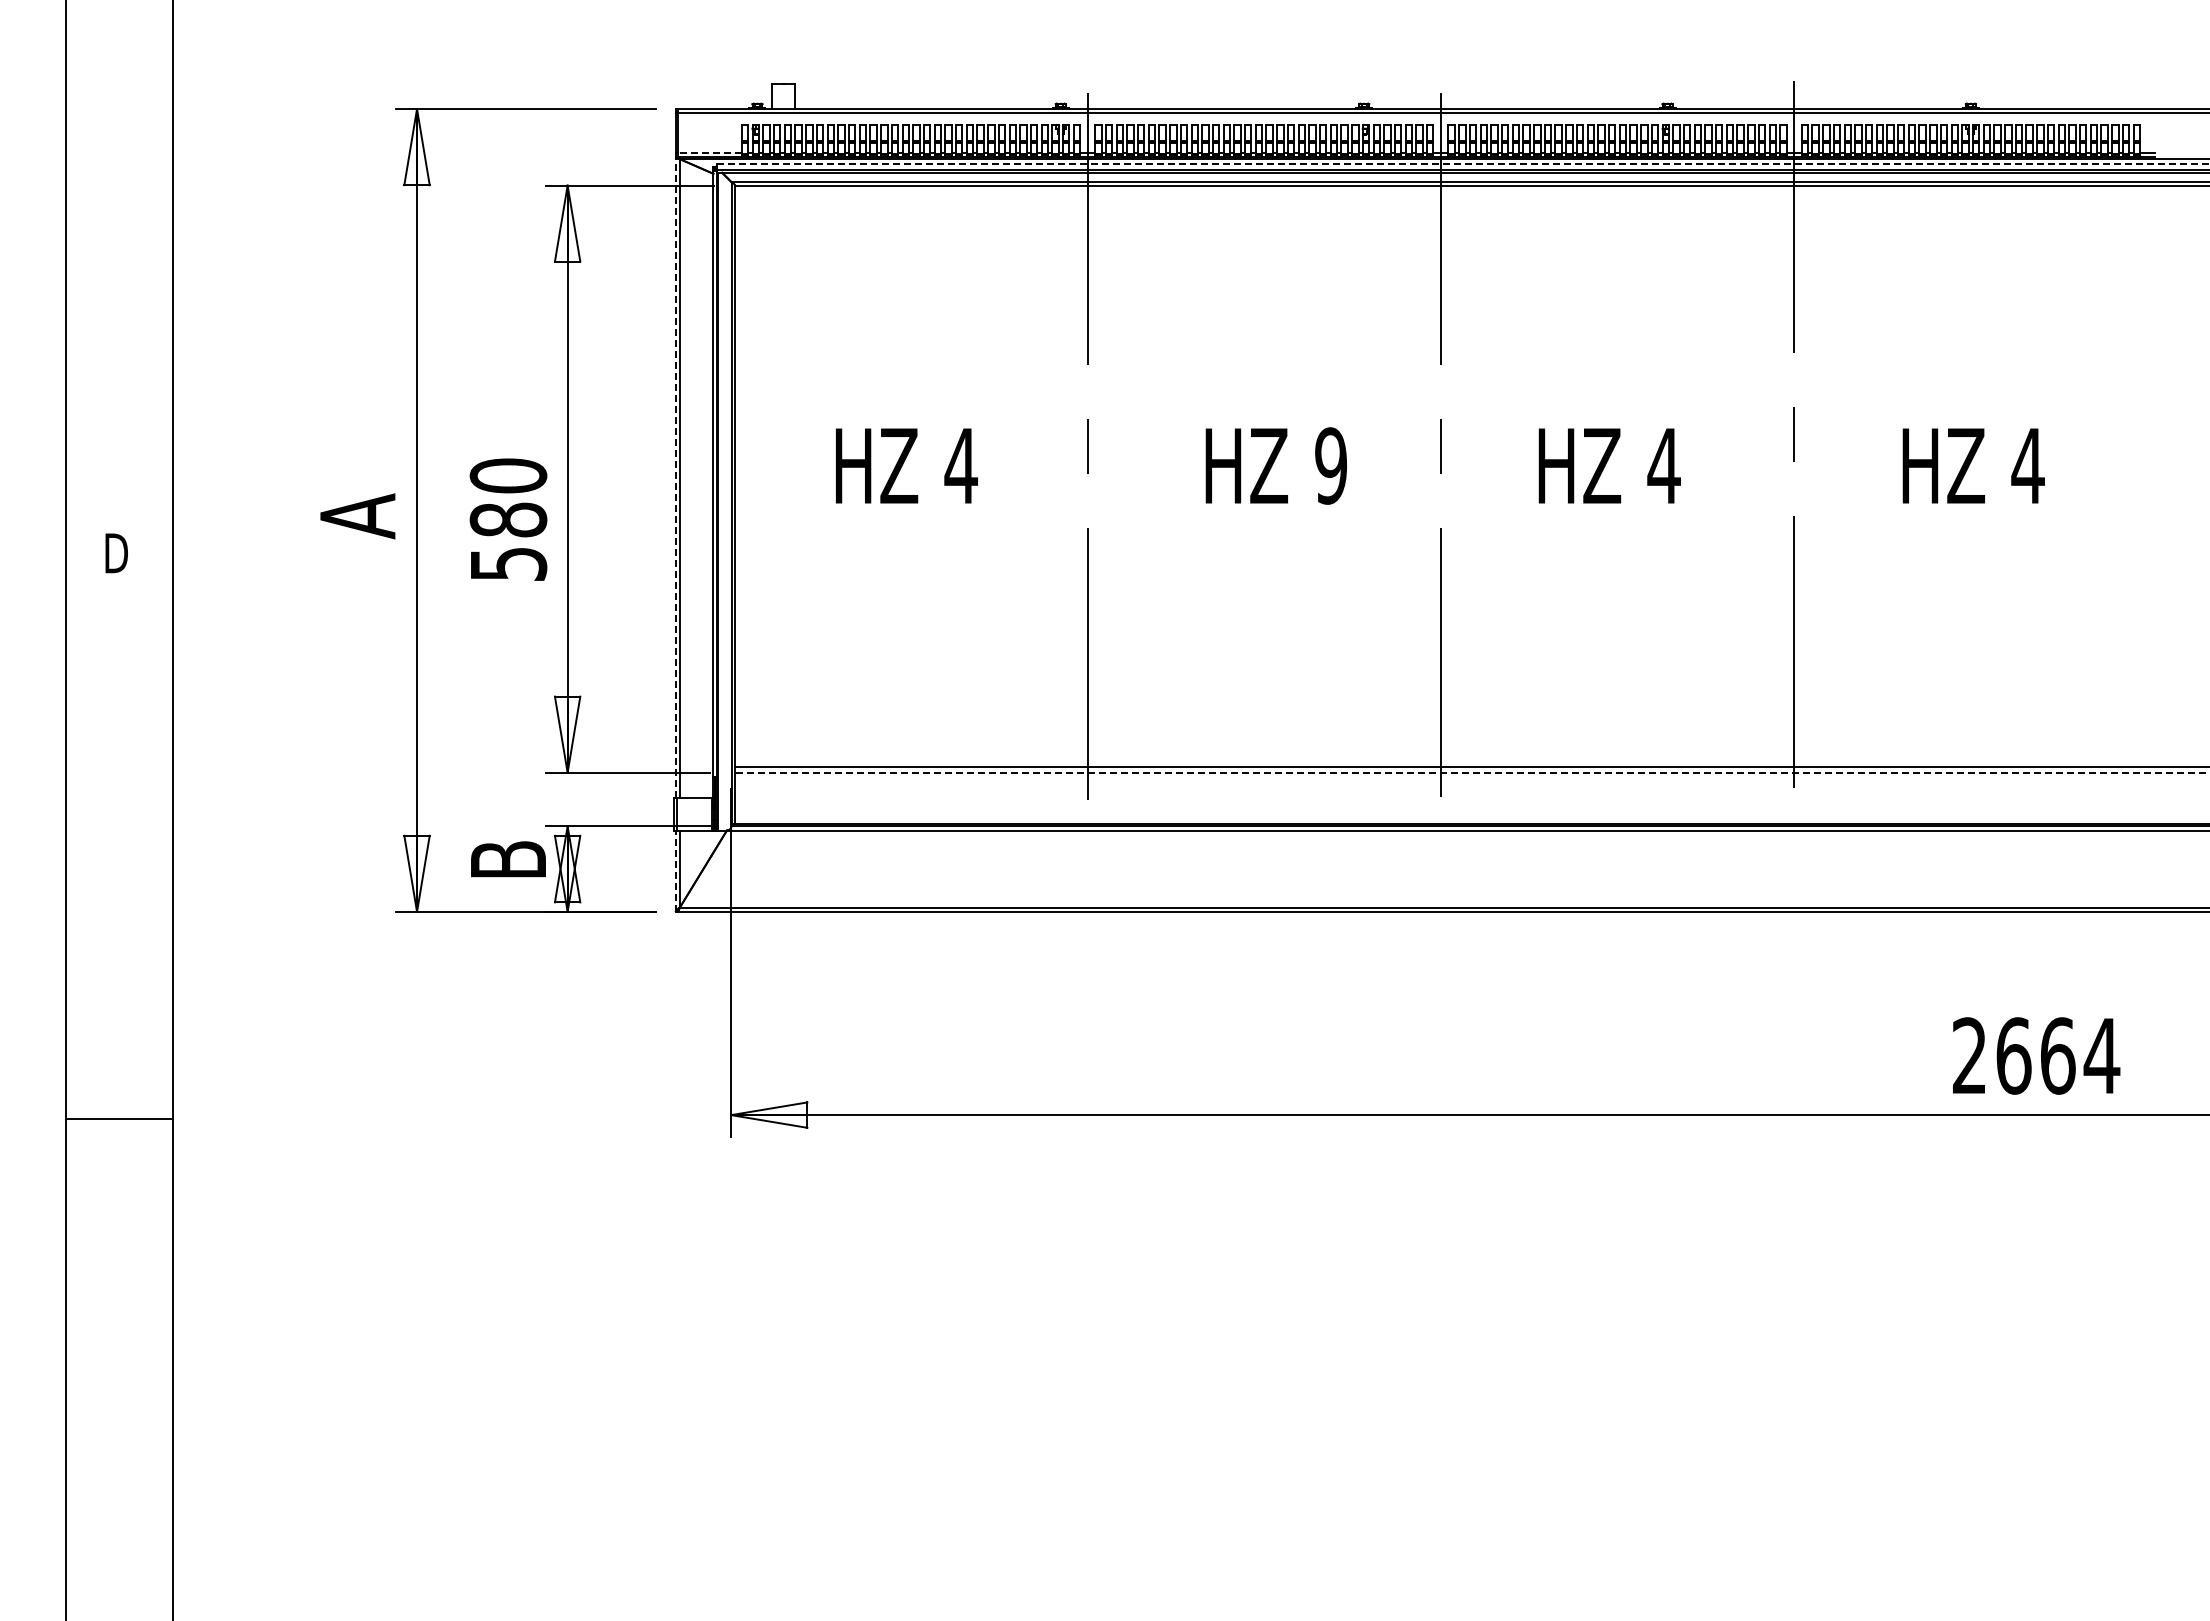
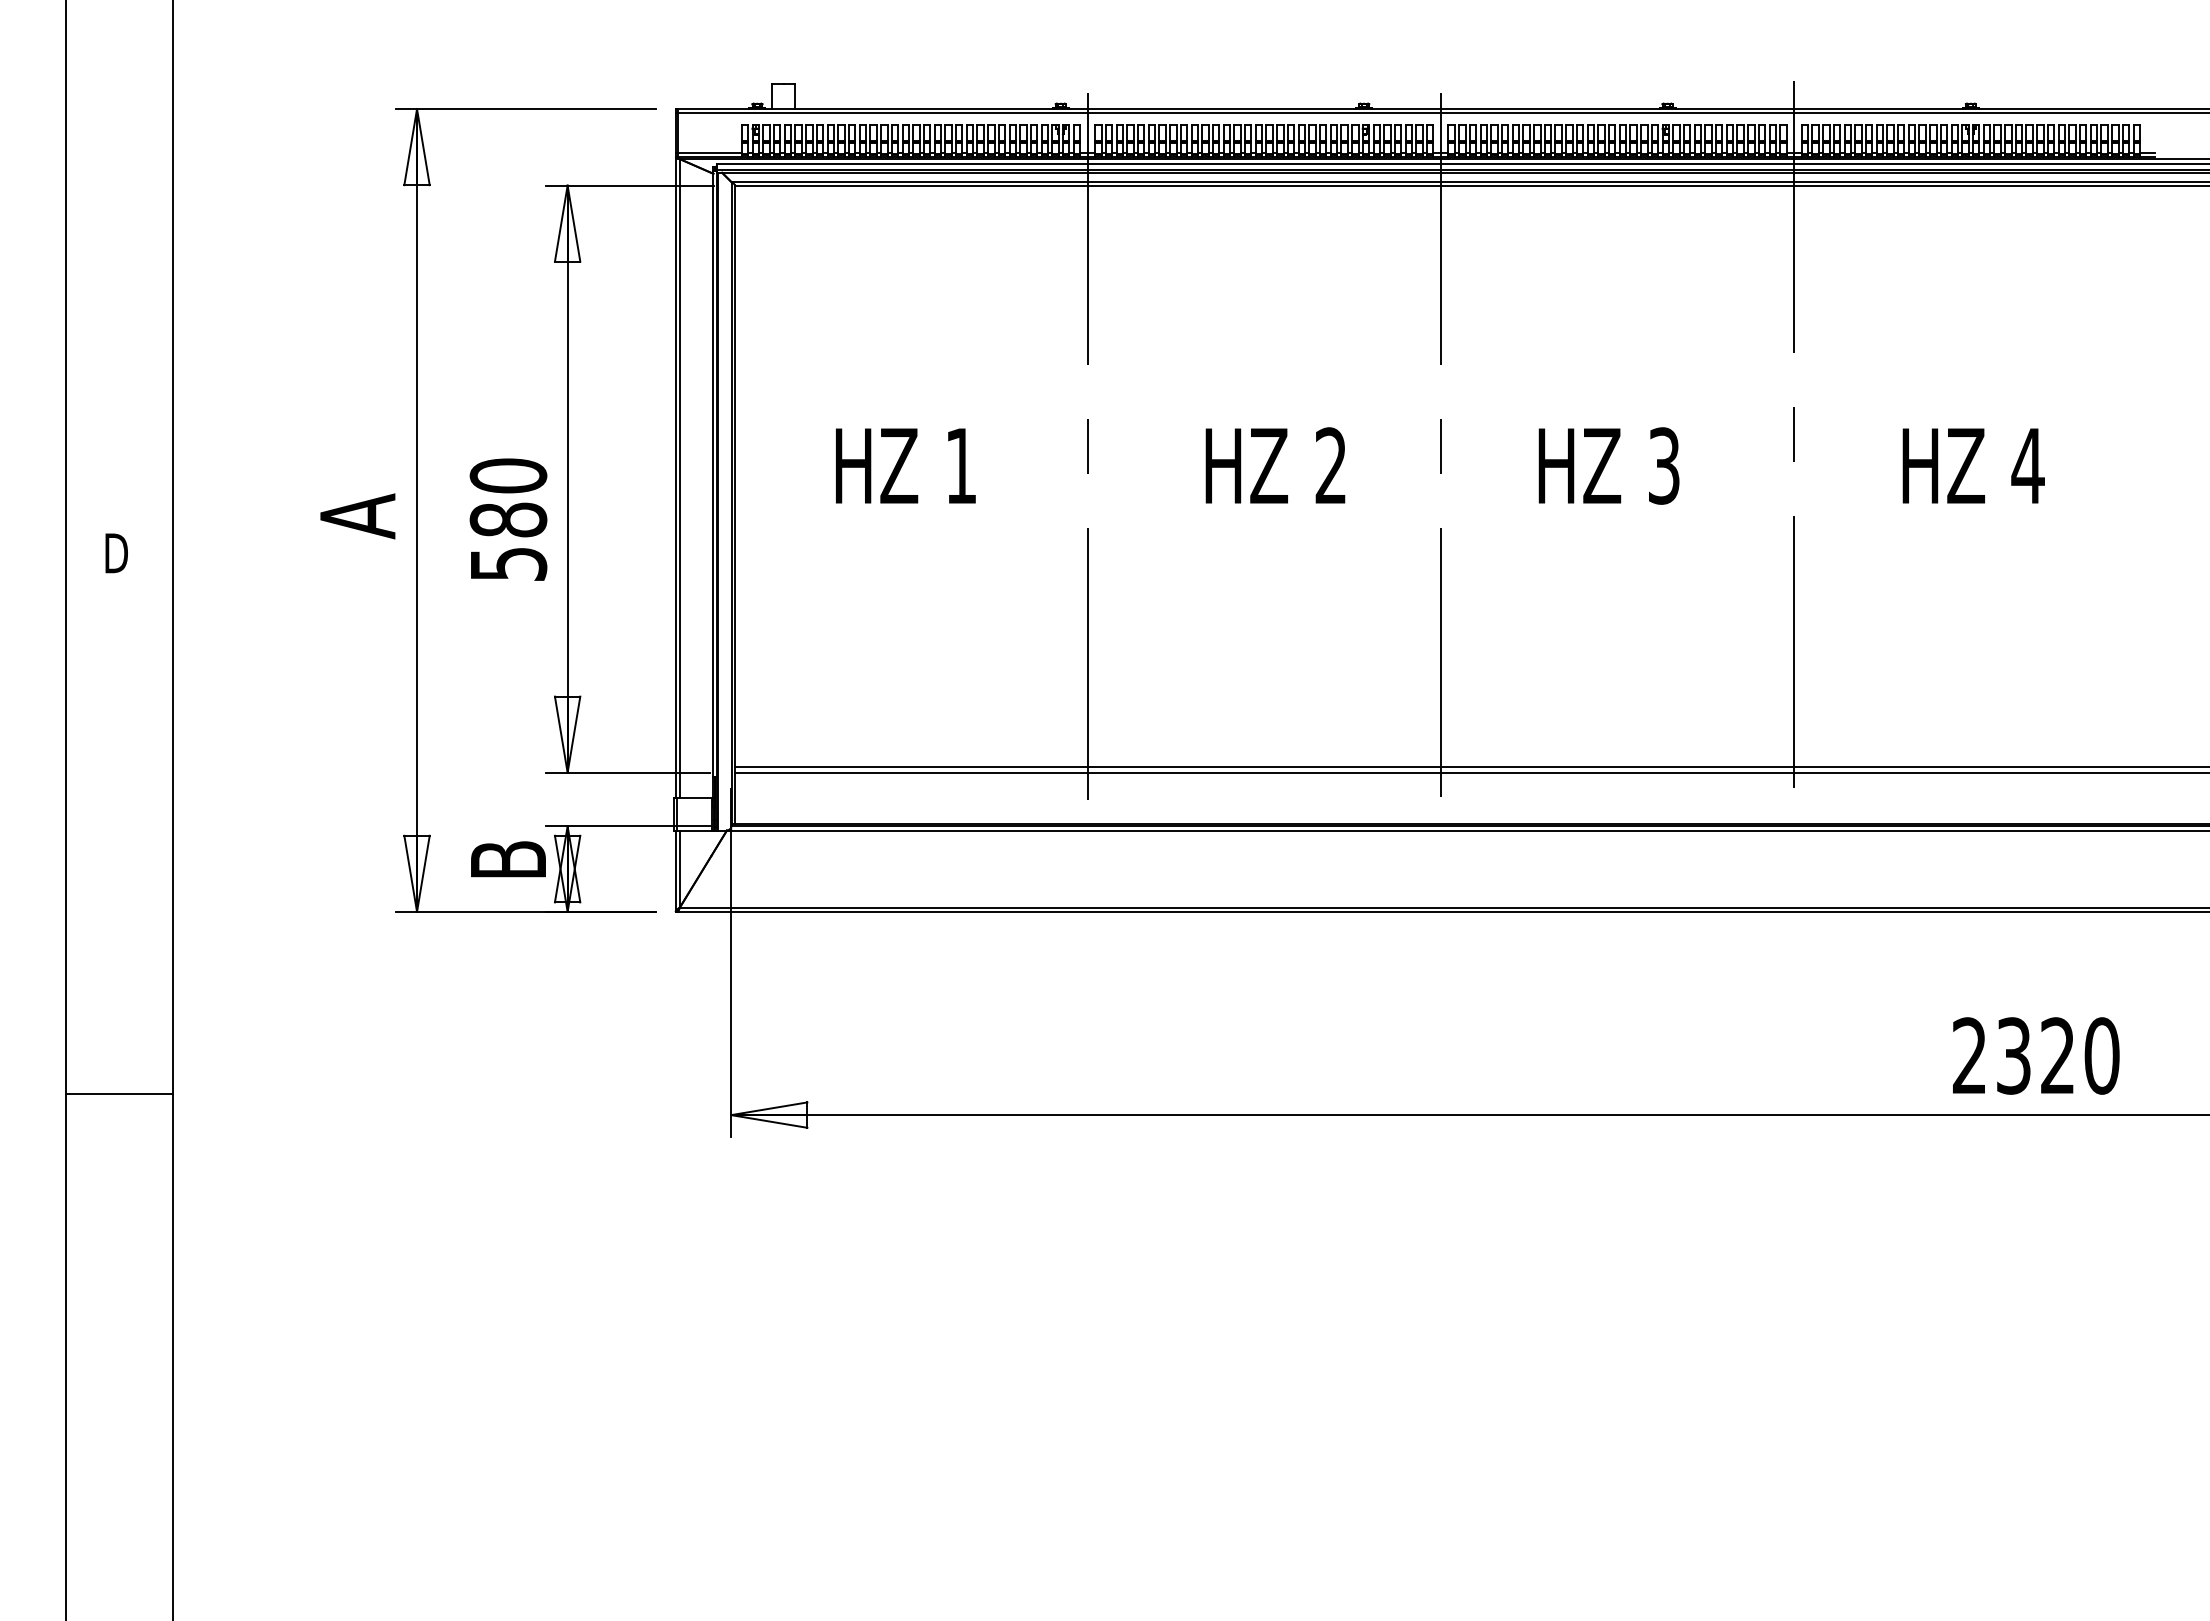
line at (709, 152): dashed -> solid
line at (1463, 164): dashed -> solid
text at (961, 465): 4 -> 1
text at (1330, 465): 9 -> 2
text at (1663, 465): 4 -> 3
line at (675, 477): dashed -> solid
line at (1471, 772): dashed -> solid
line at (675, 871): dashed -> solid
text at (2058, 1055): 2664 -> 2320
line at (119, 1118) position: (119, 1118) -> (119, 1093)
